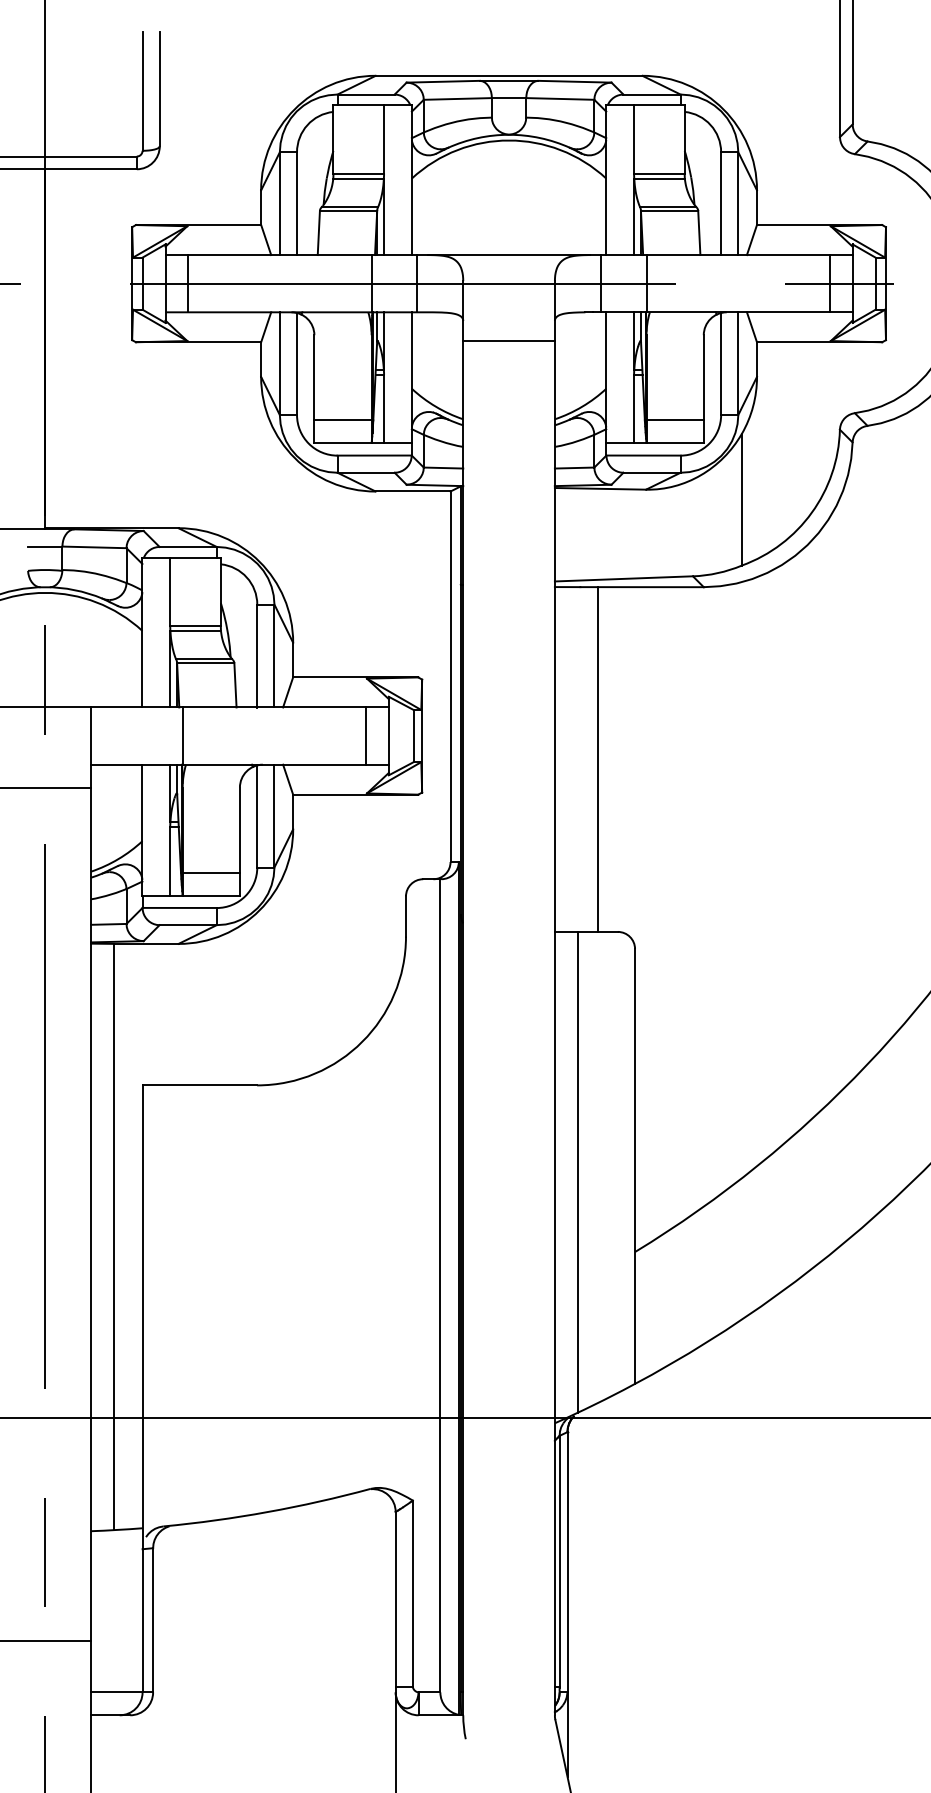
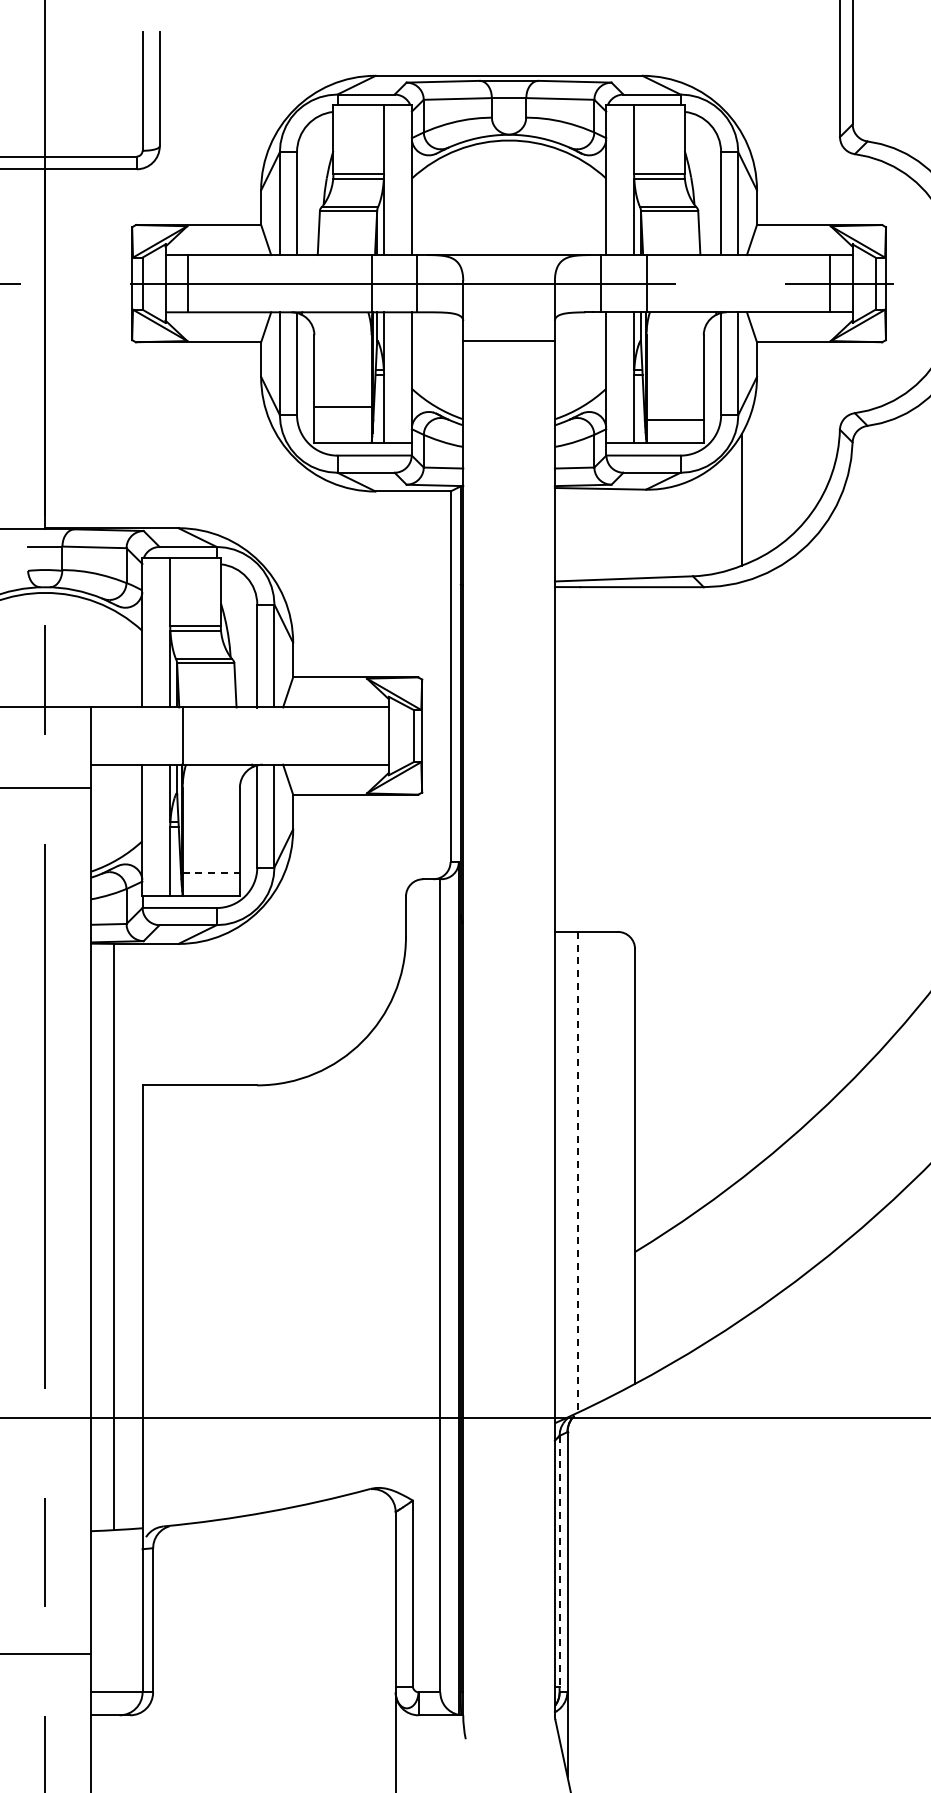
line at (342, 420) position: (342, 420) -> (342, 407)
line at (365, 735): present -> none
line at (598, 759): present -> none
line at (211, 872): solid -> dashed
line at (577, 1172): solid -> dashed
line at (559, 1562): solid -> dashed
line at (46, 1640) position: (46, 1640) -> (46, 1653)
